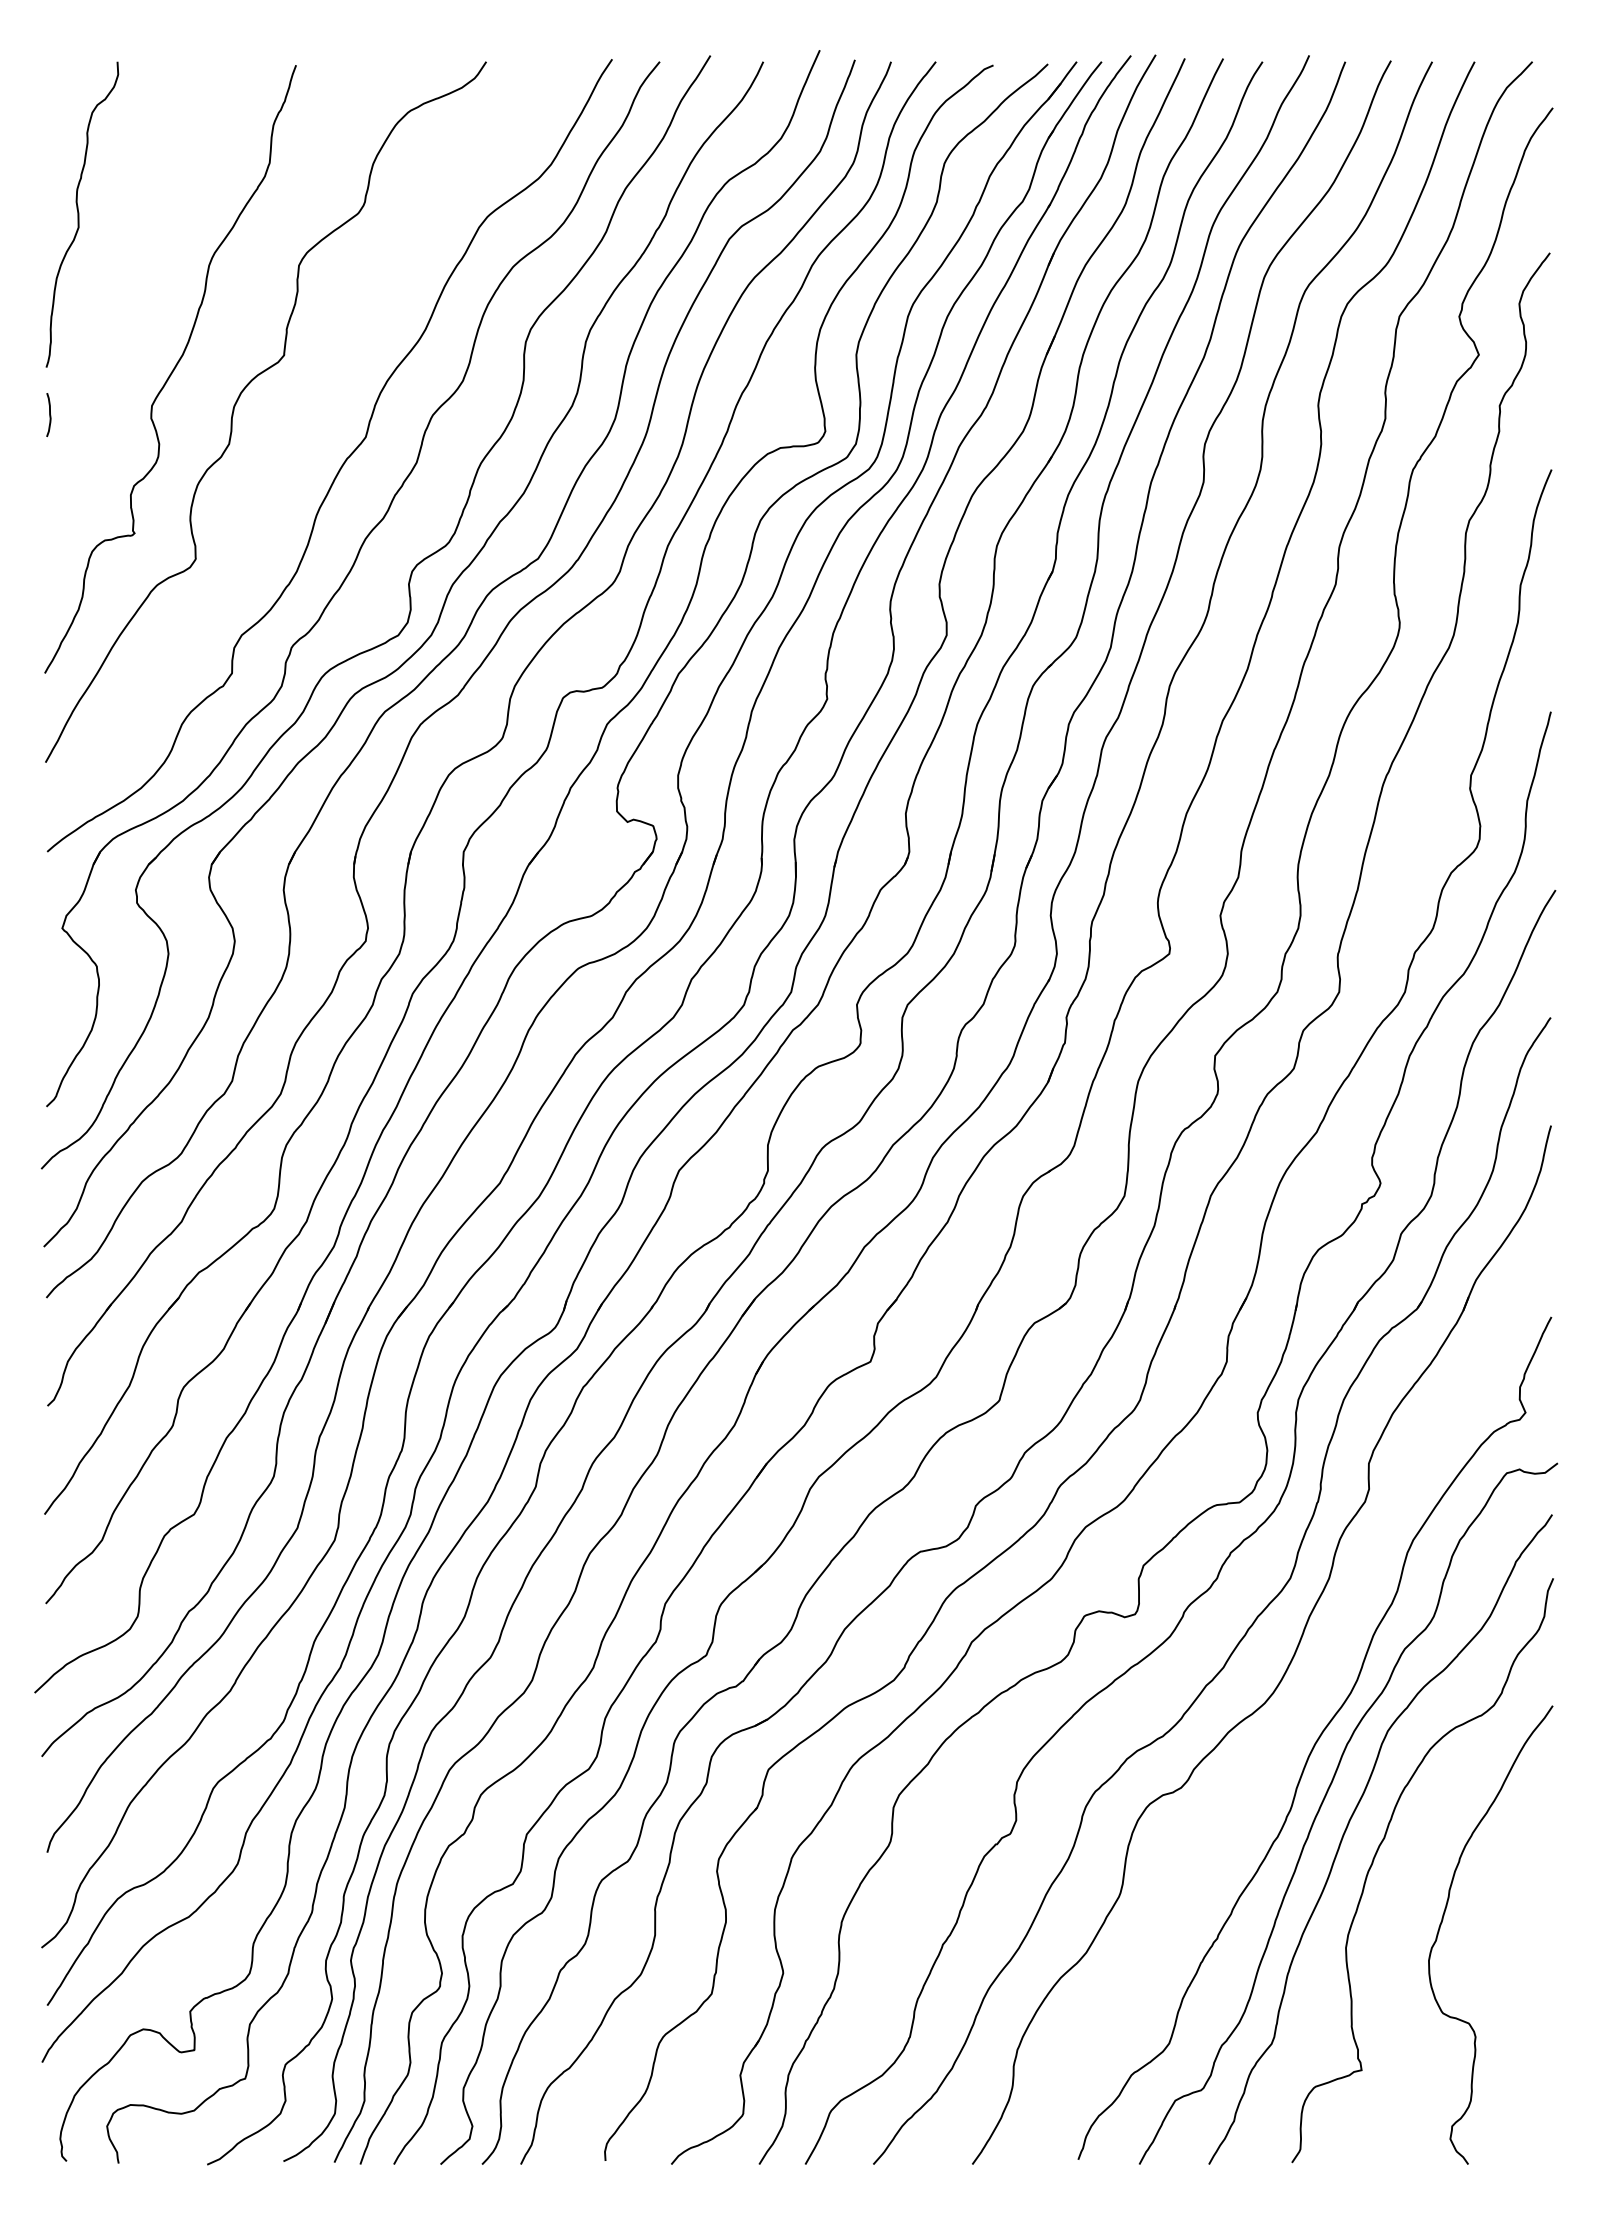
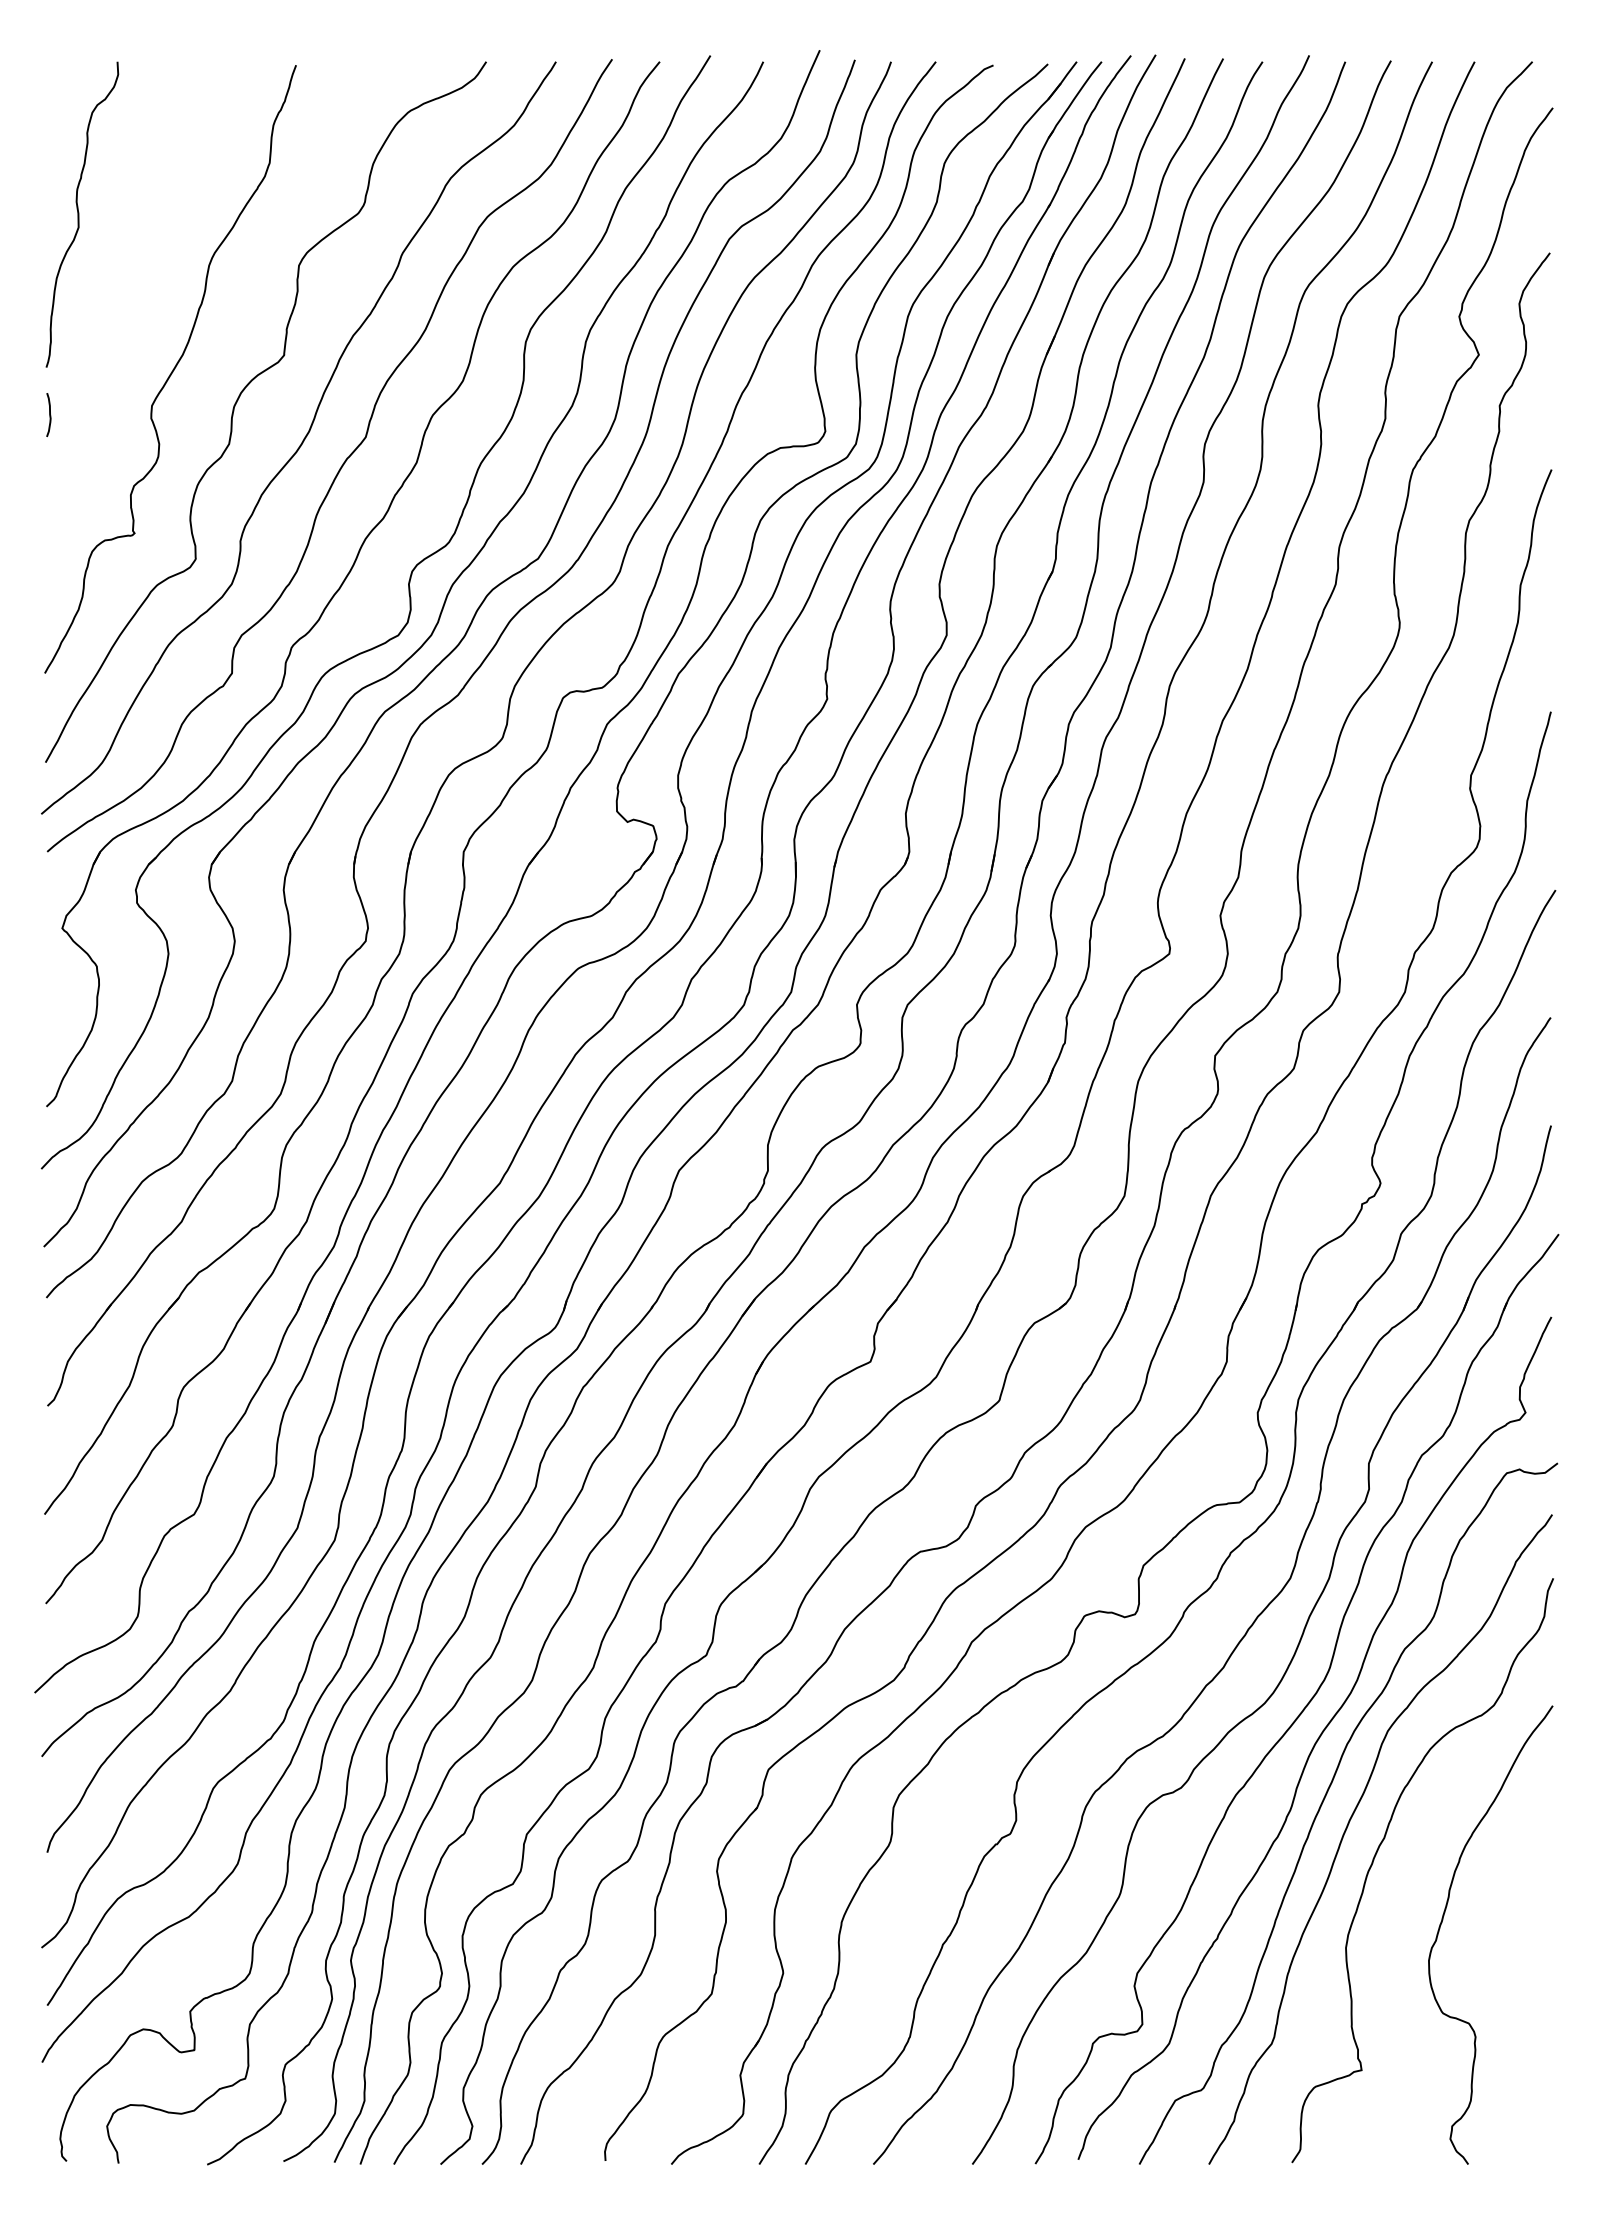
curve at (302, 440): none -> present
part at (1305, 1705): none -> present
